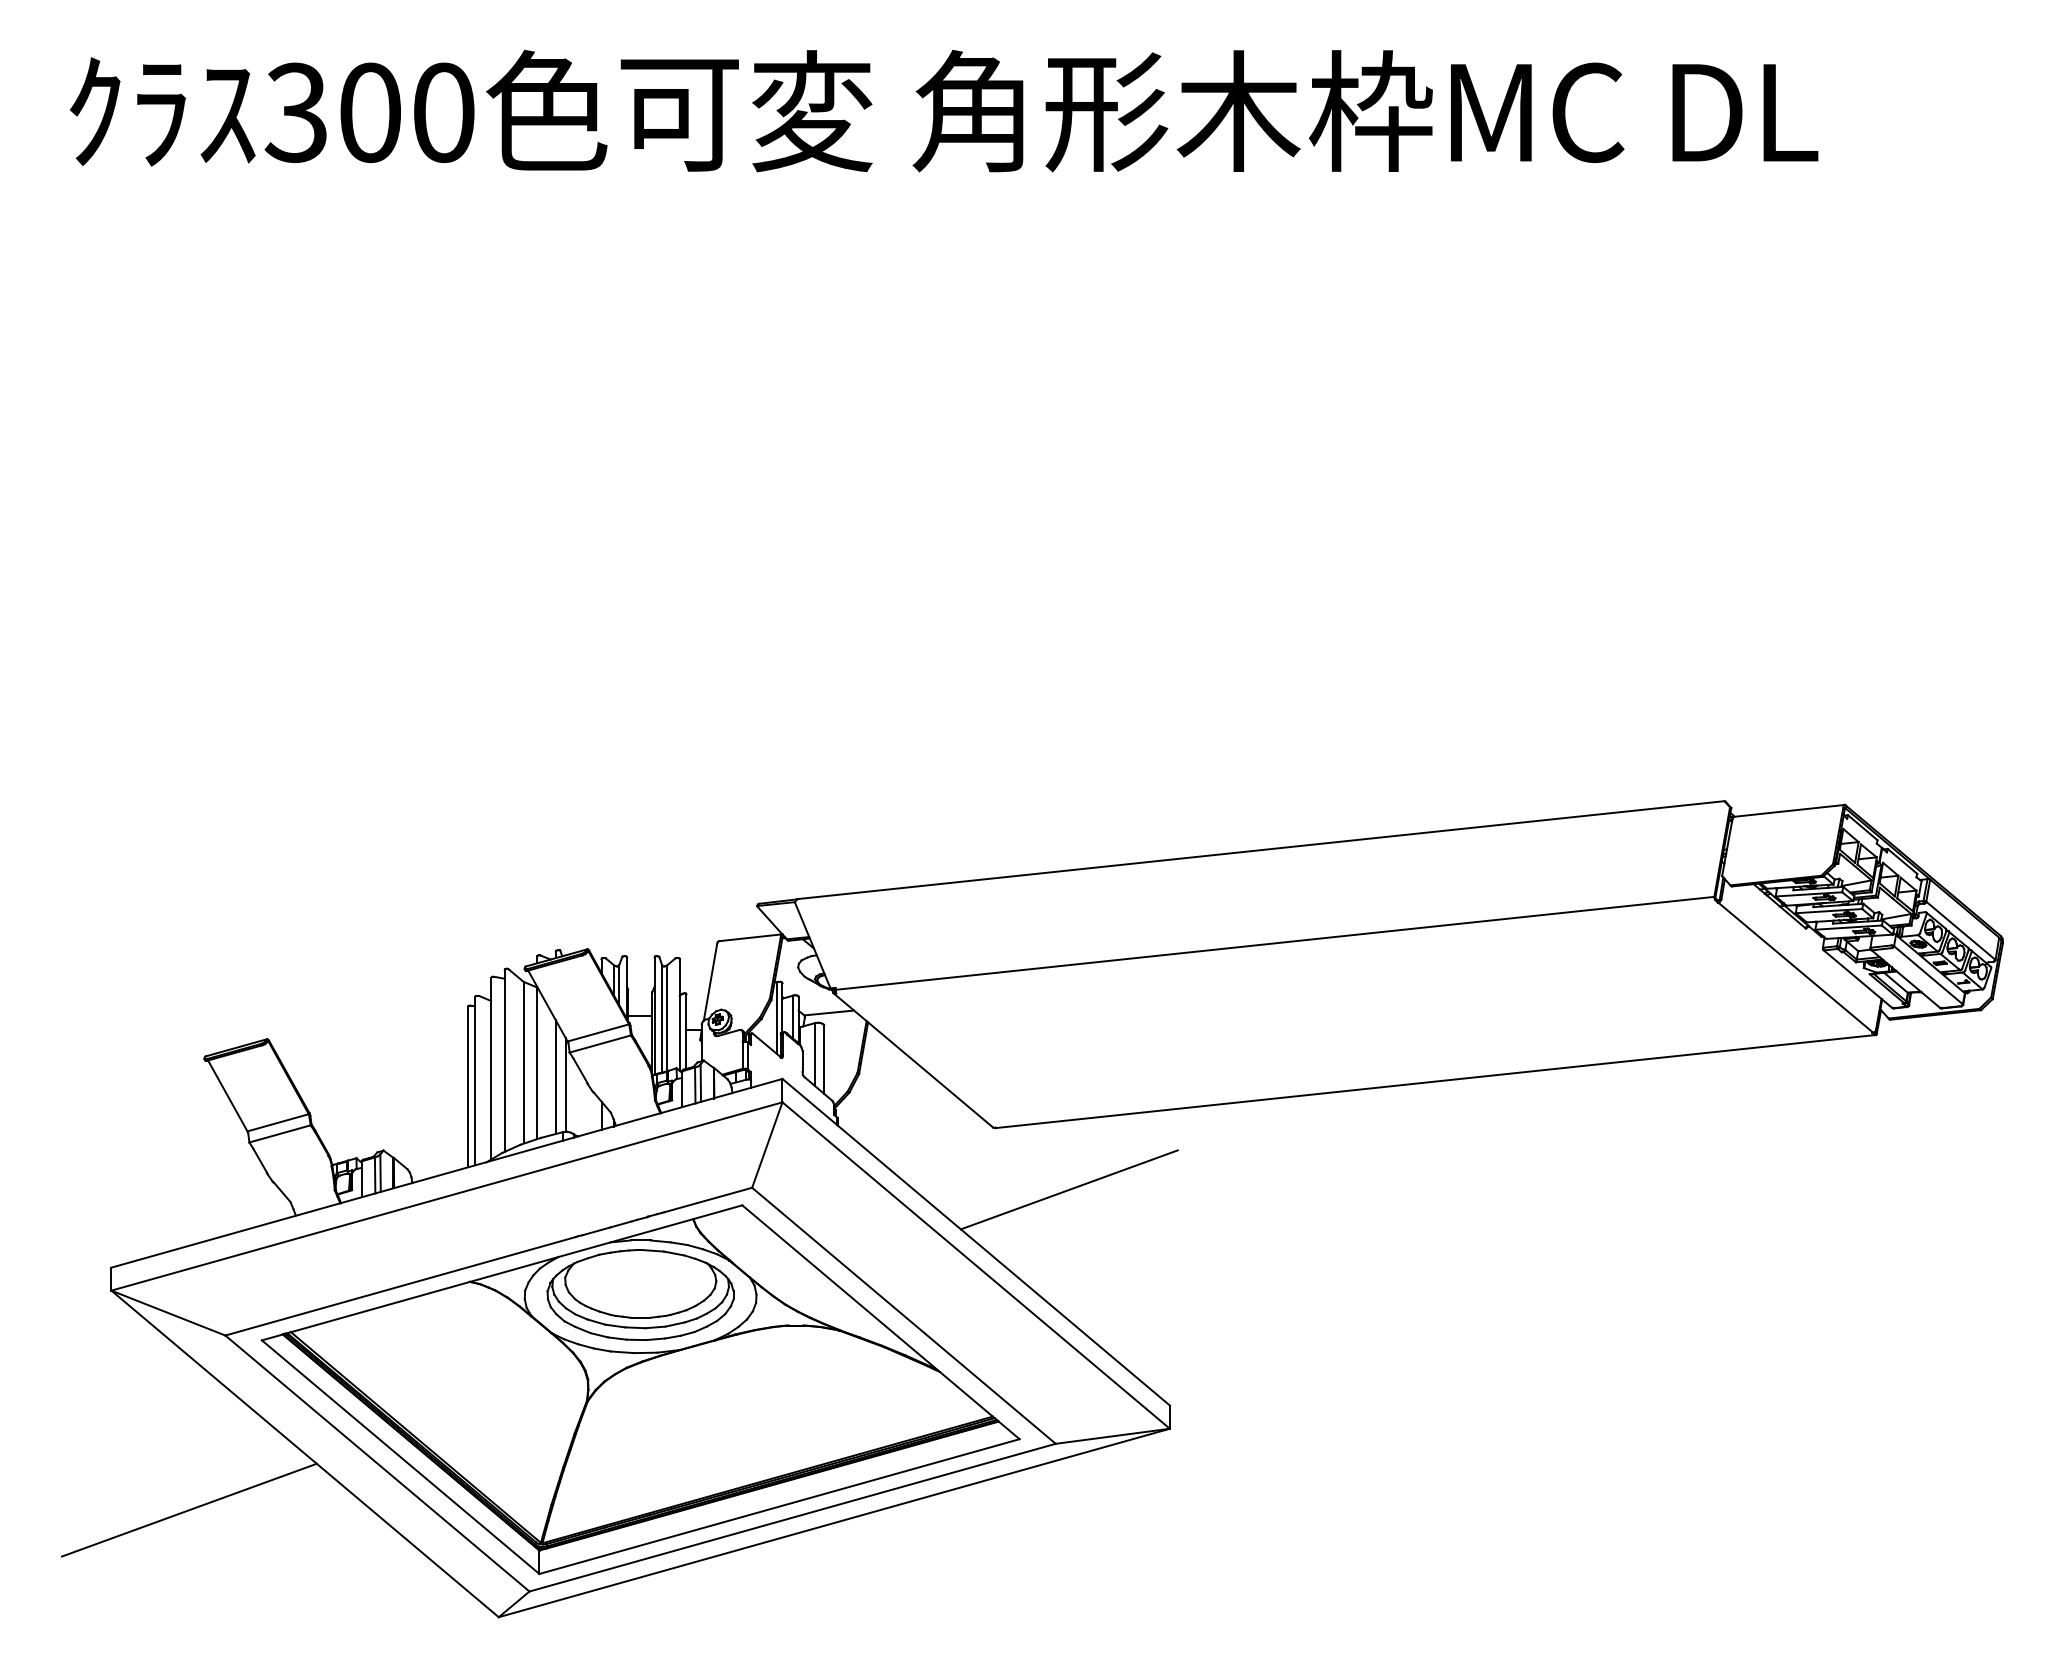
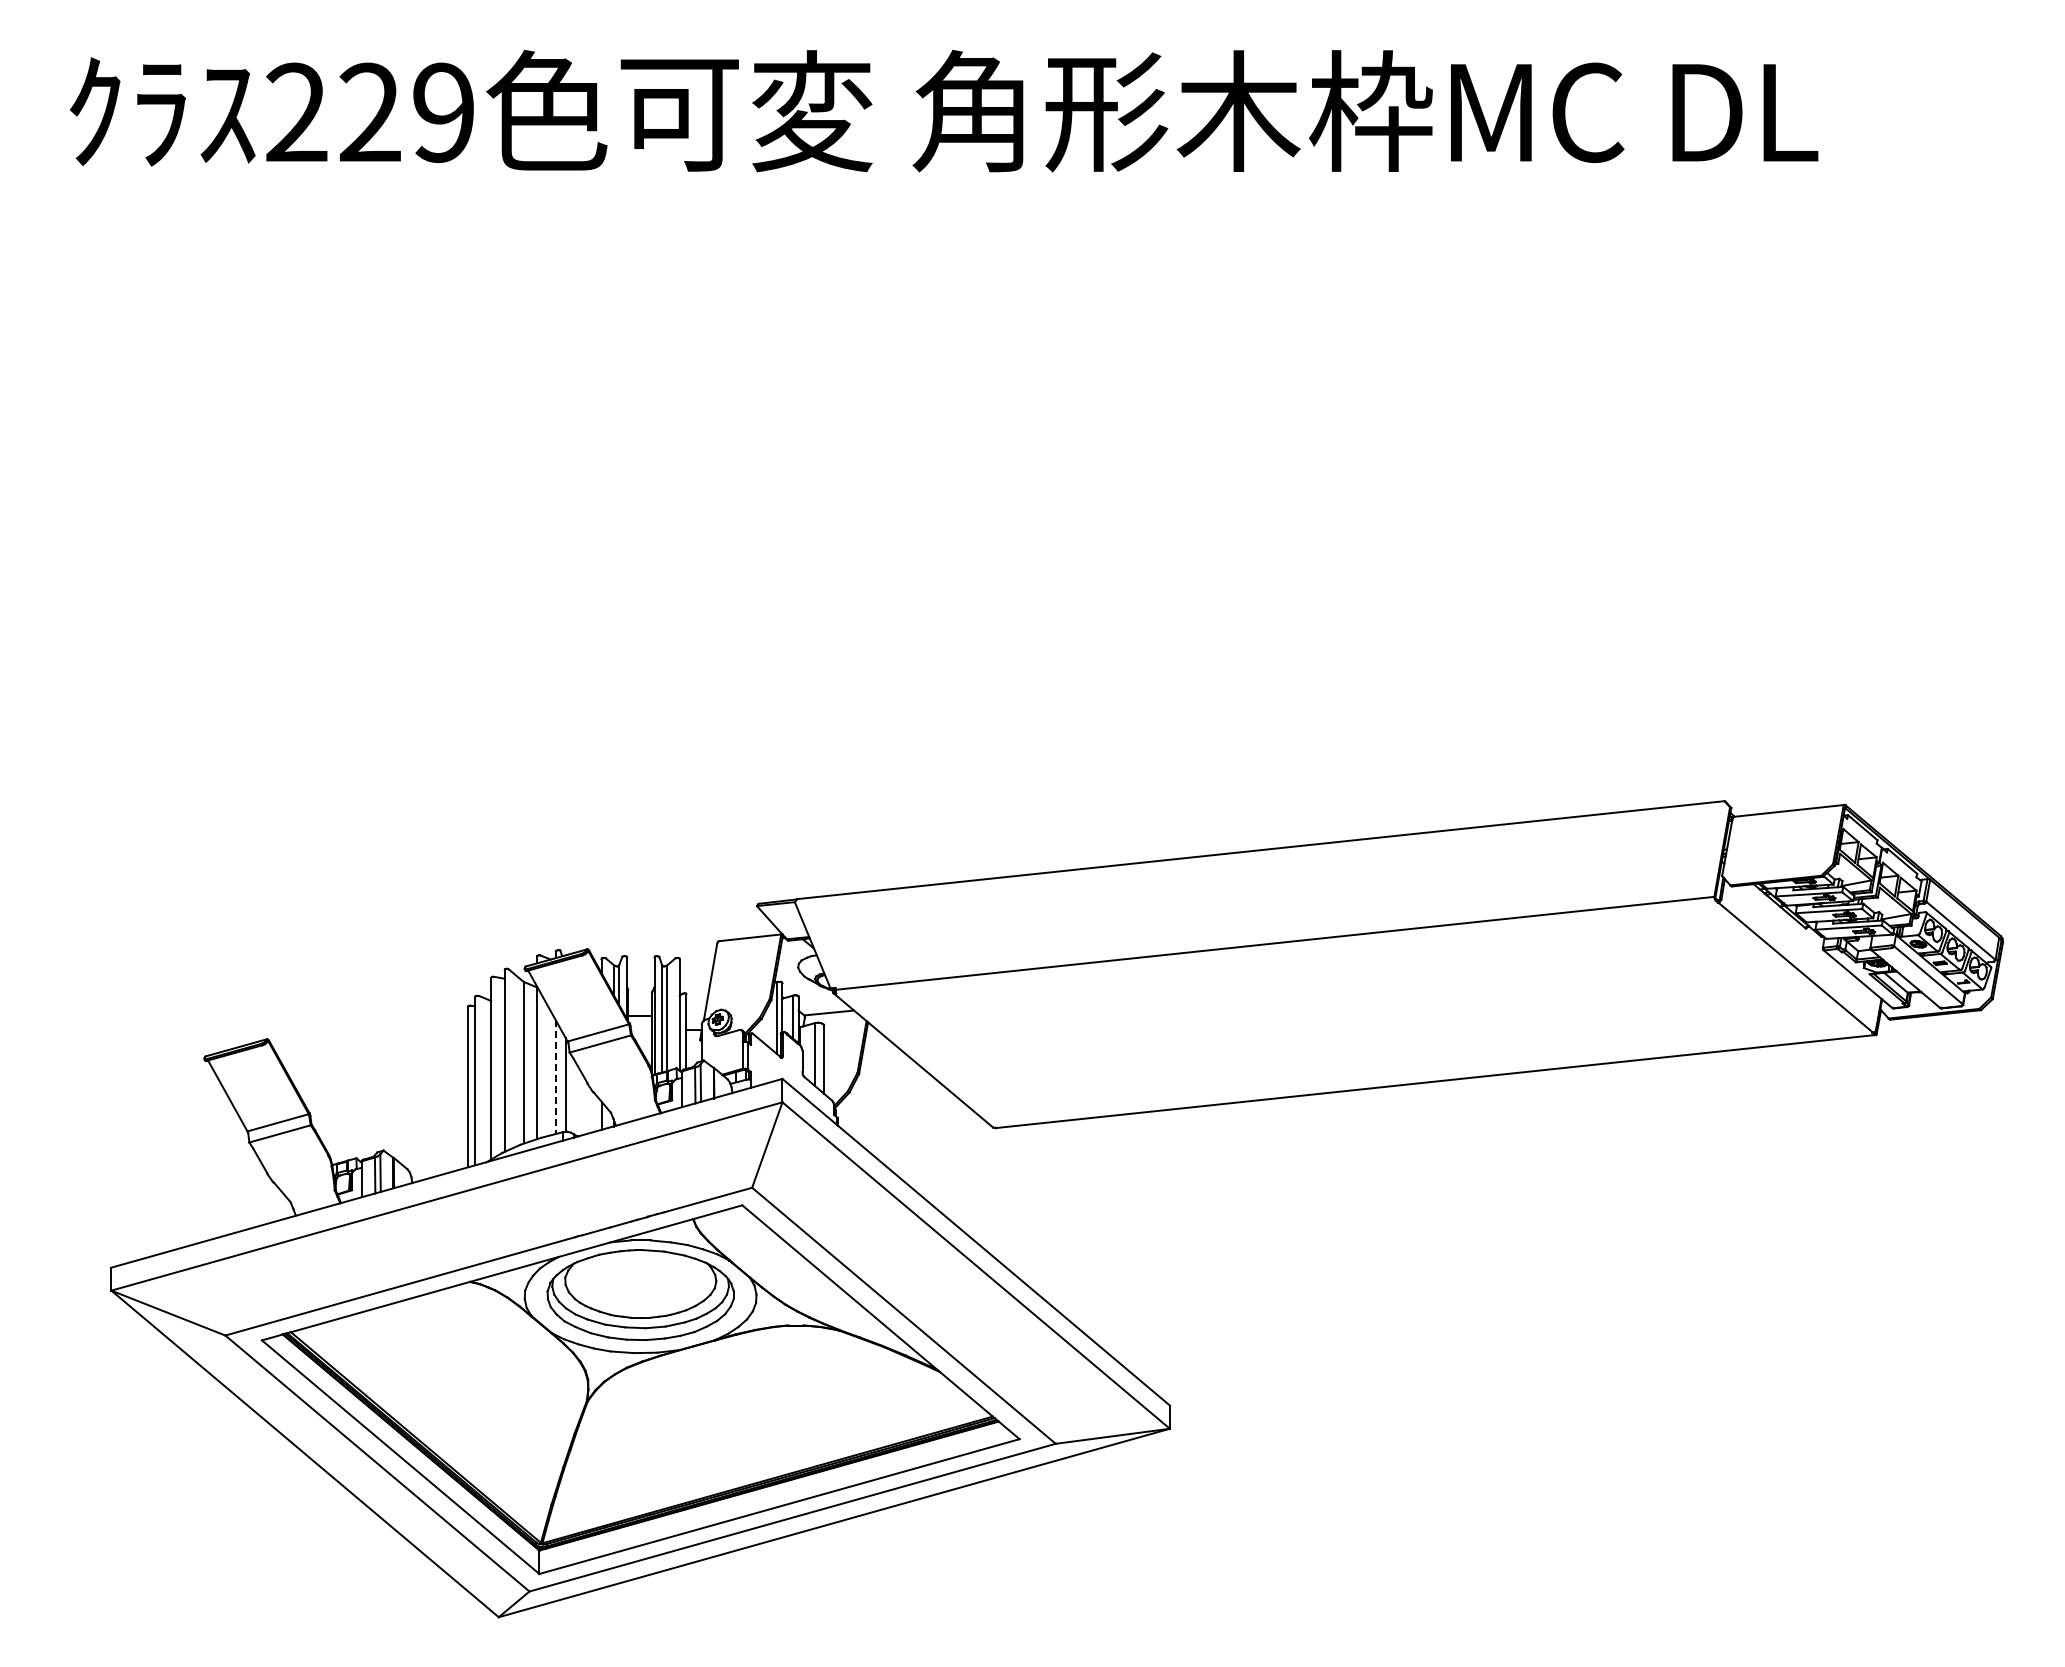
text at (369, 112): 300 -> 229
line at (555, 1076): solid -> dashed
line at (1068, 1189): present -> none
line at (188, 1509): present -> none
